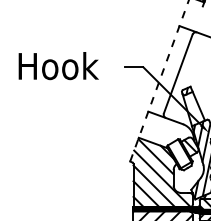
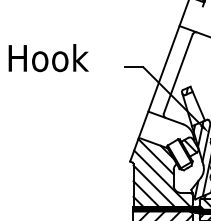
text at (58, 66) position: (58, 66) -> (48, 58)
line at (159, 81): dashed -> solid
